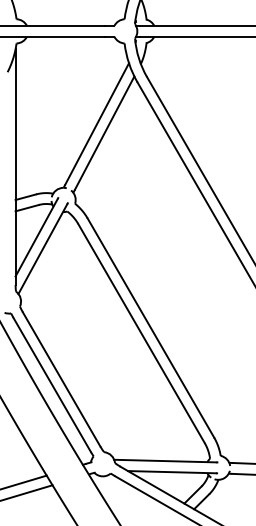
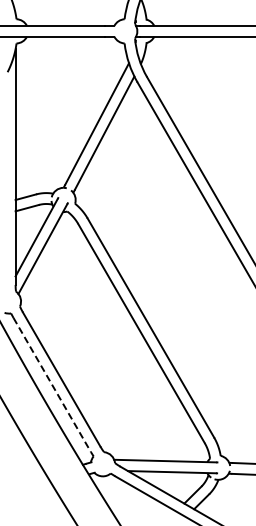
line at (52, 385): solid -> dashed
line at (24, 481): present -> none
line at (27, 492): present -> none
